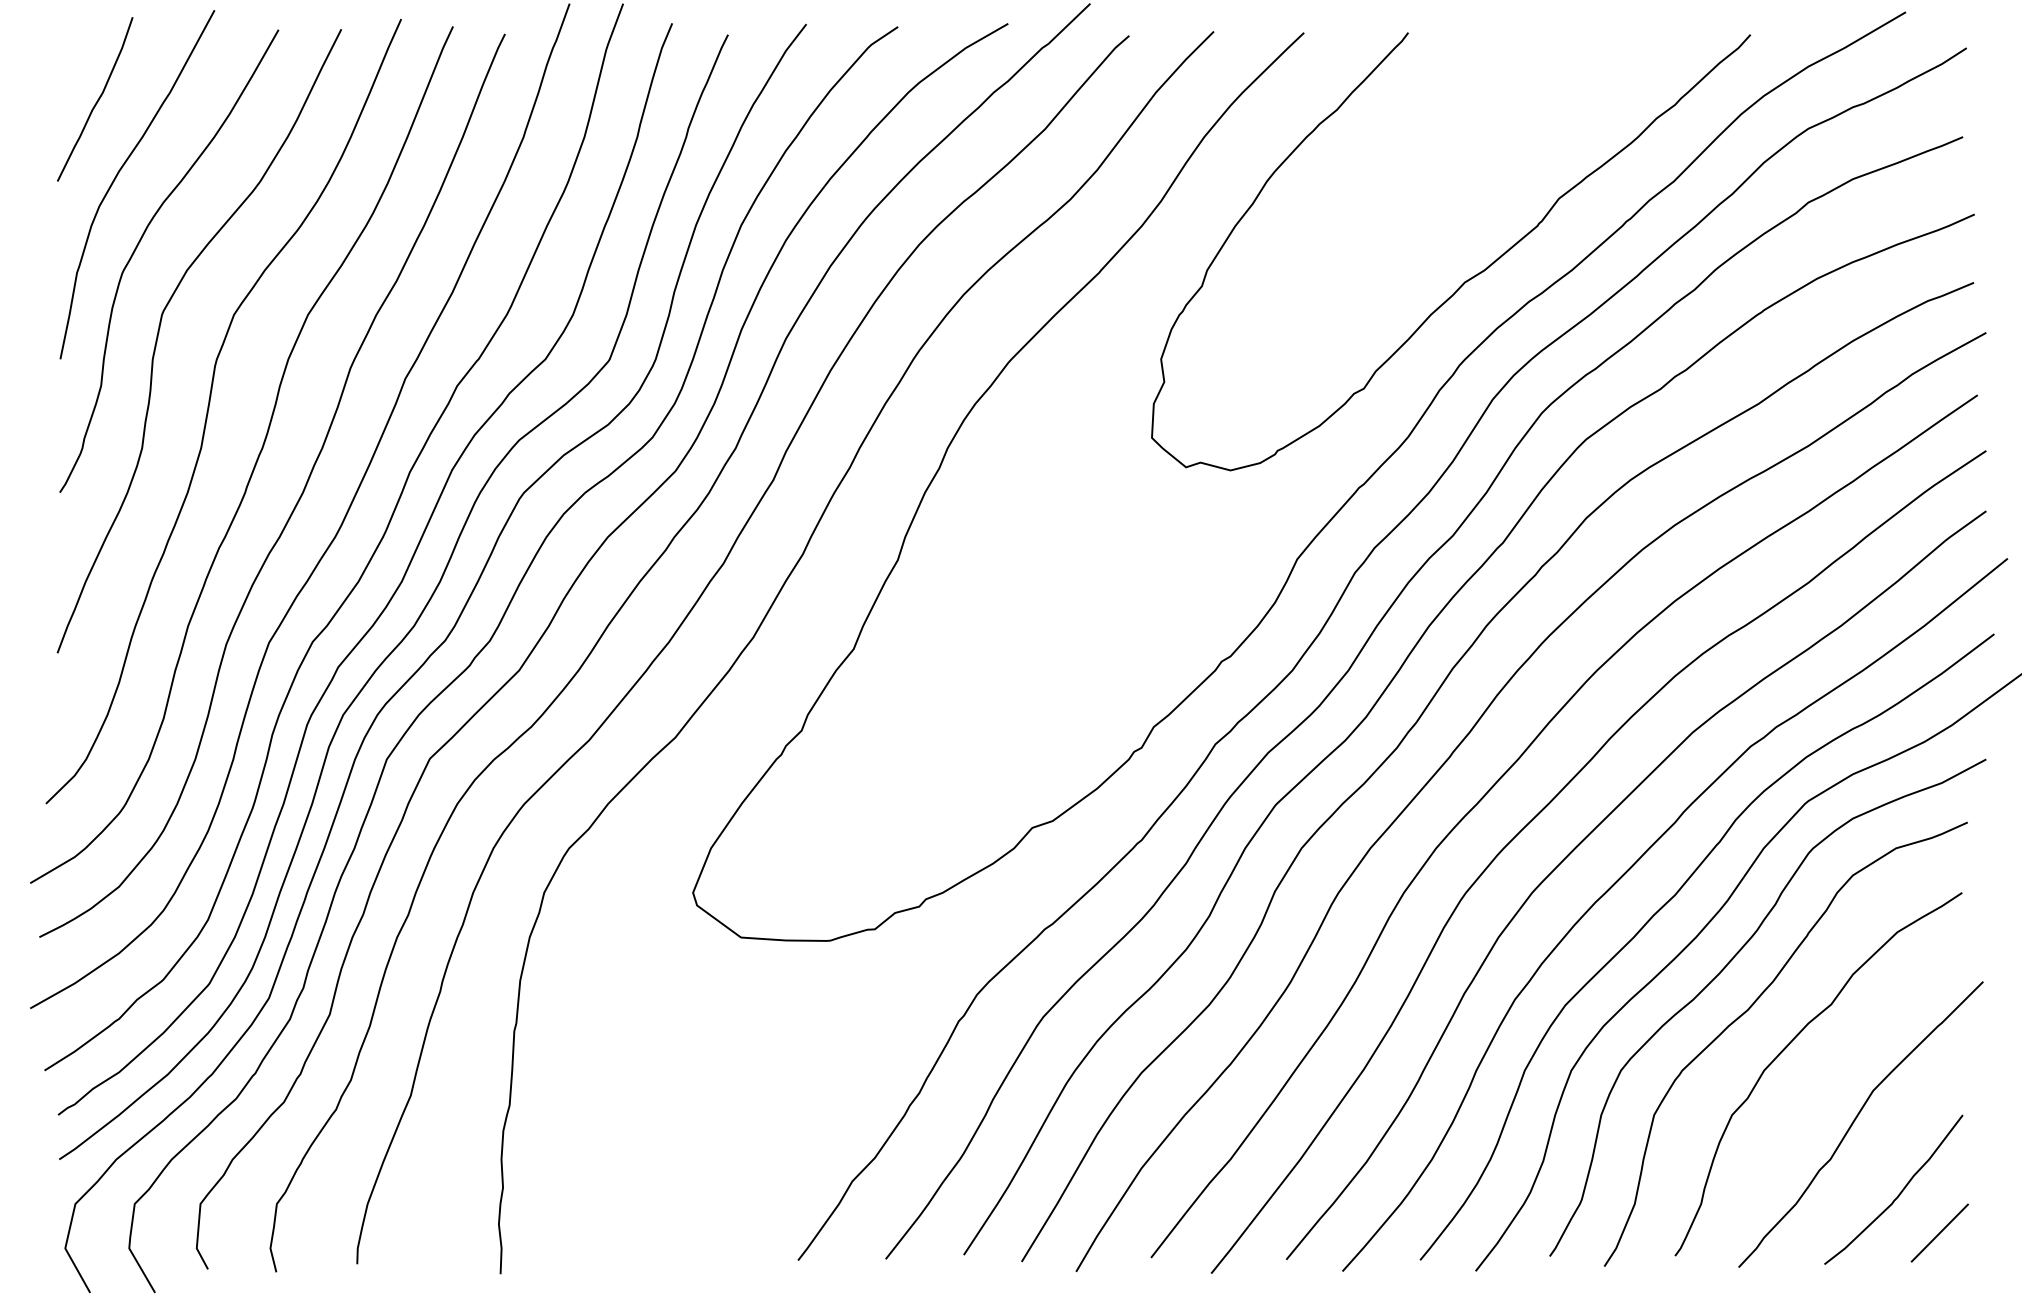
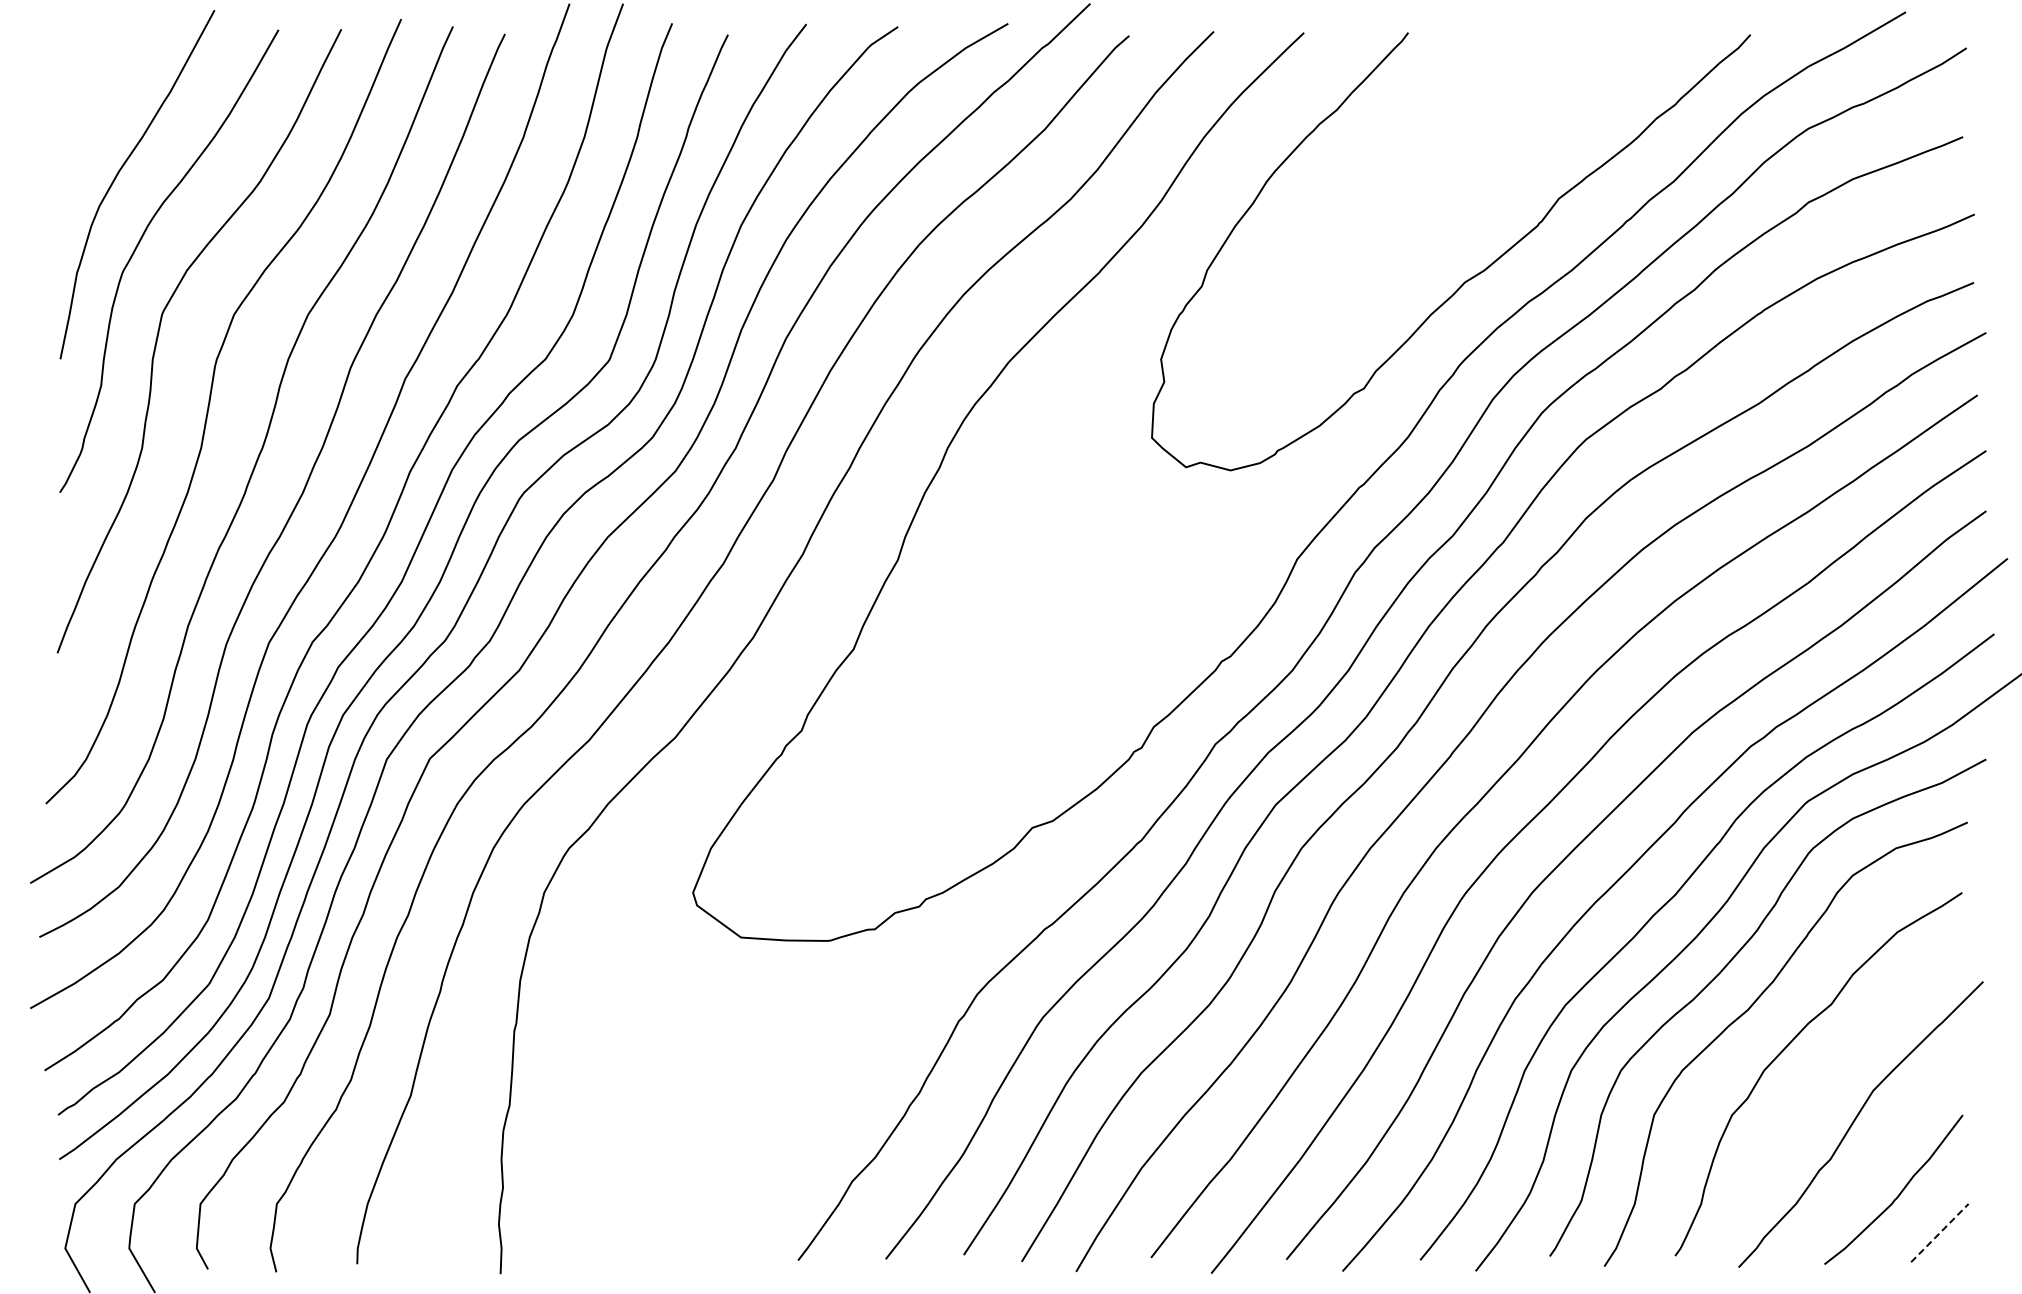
curve at (97, 99): present -> none
line at (1939, 1233): solid -> dashed
